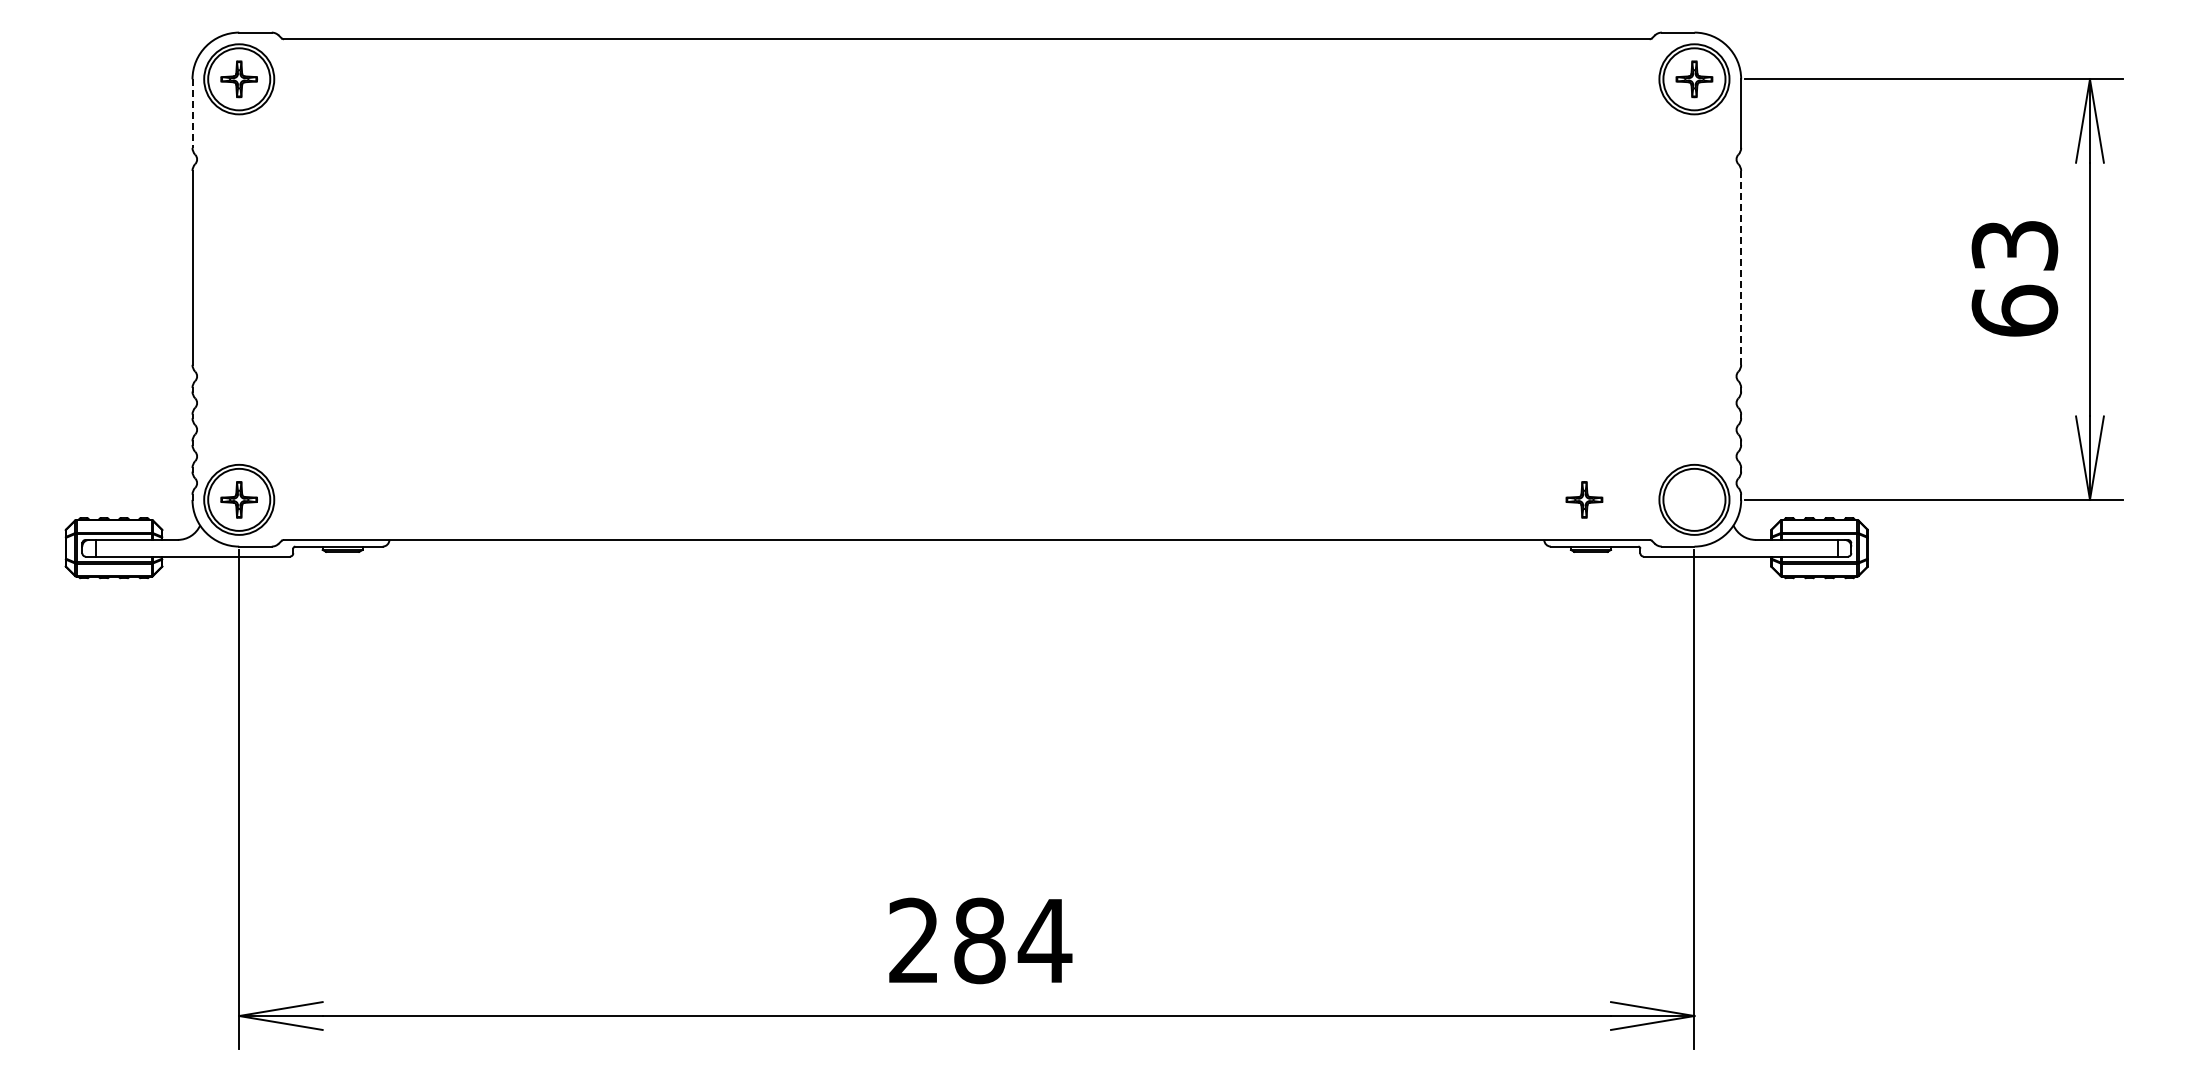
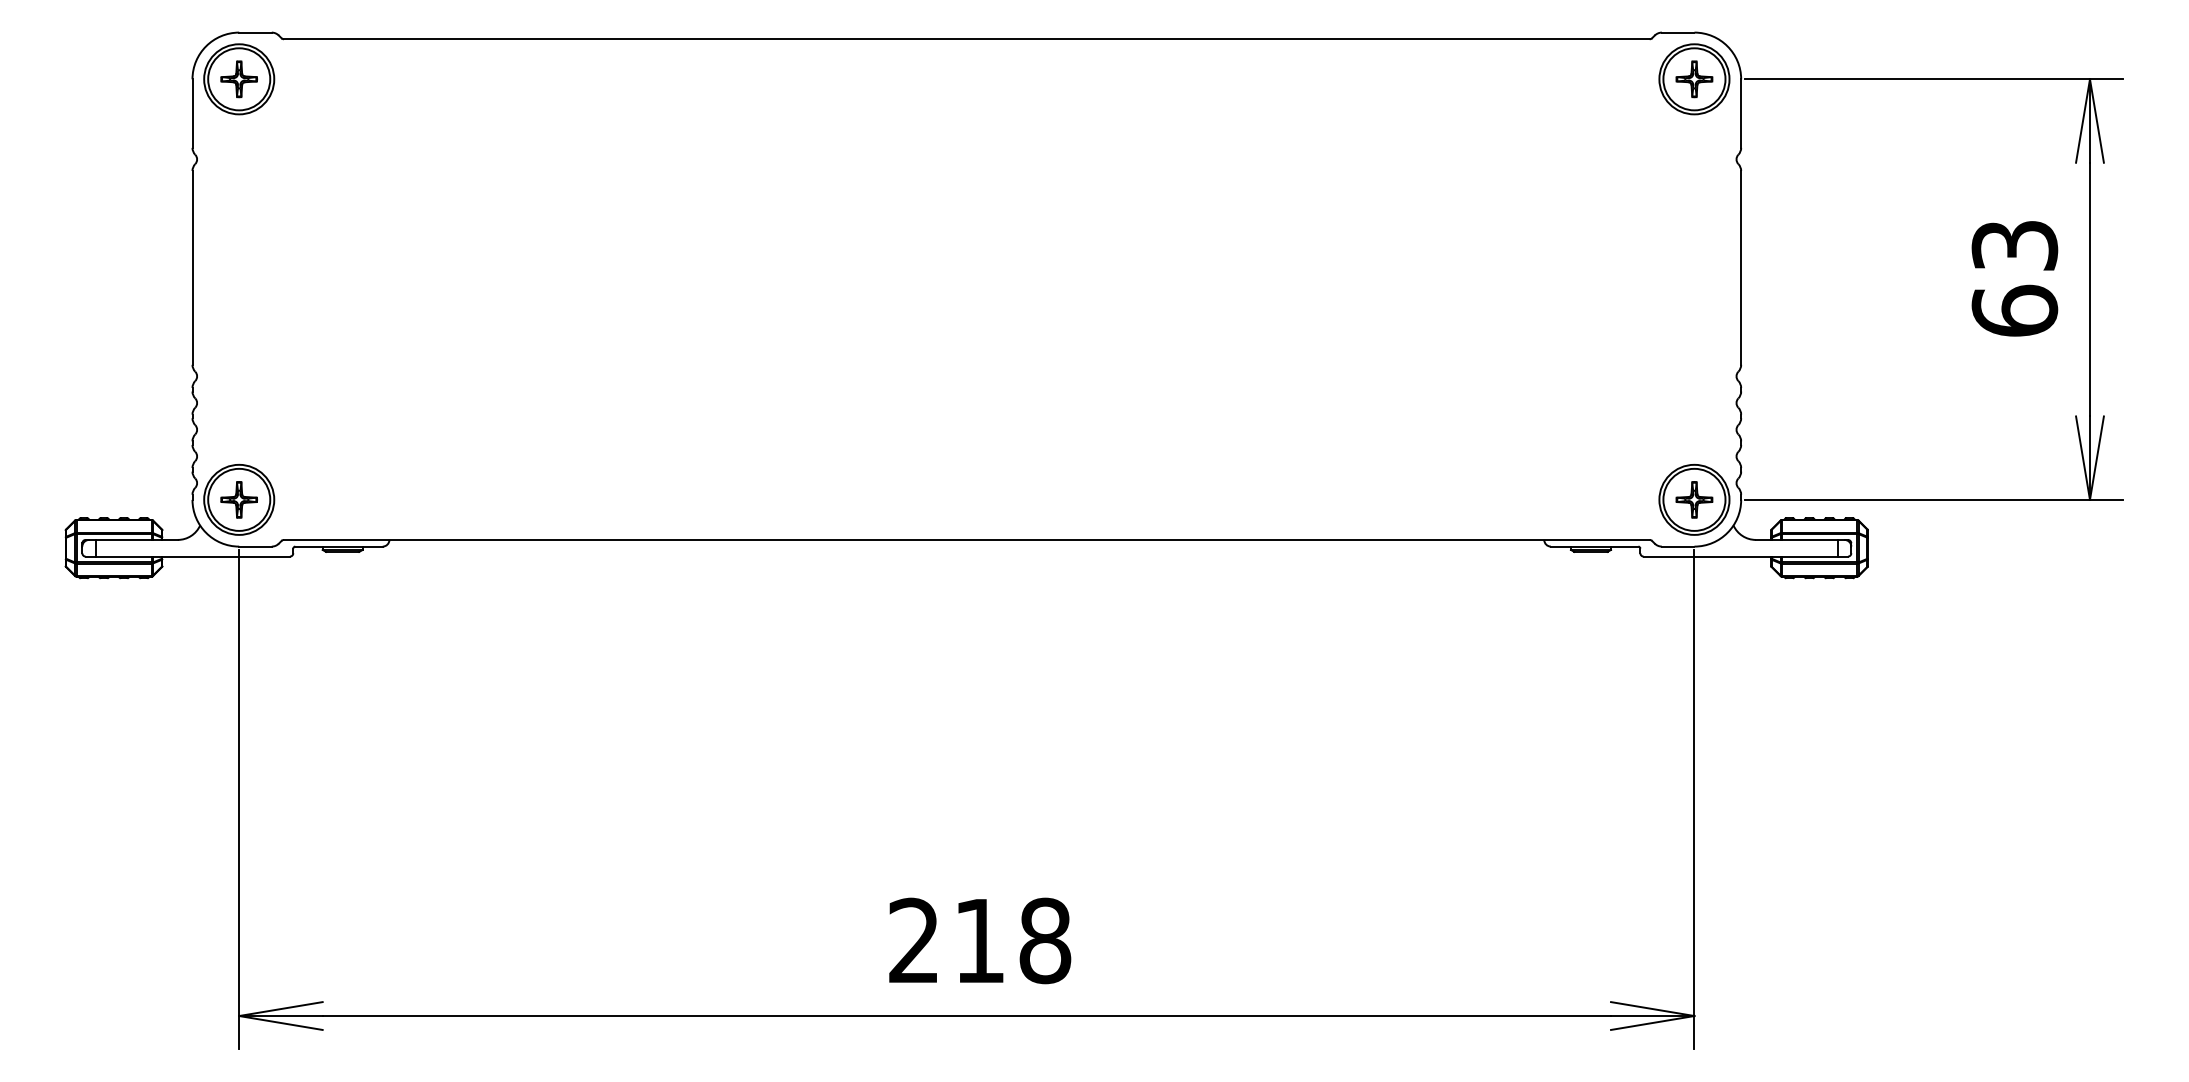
line at (192, 114): dashed -> solid
line at (1741, 267): dashed -> solid
part at (1584, 499) position: (1584, 499) -> (1694, 499)
text at (1013, 940): 284 -> 218
